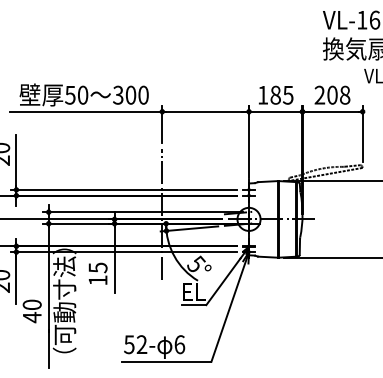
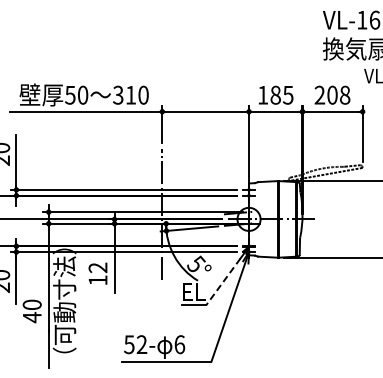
text at (130, 94): 300 -> 310
text at (97, 267): 15 -> 12
line at (223, 281): solid -> dashed
